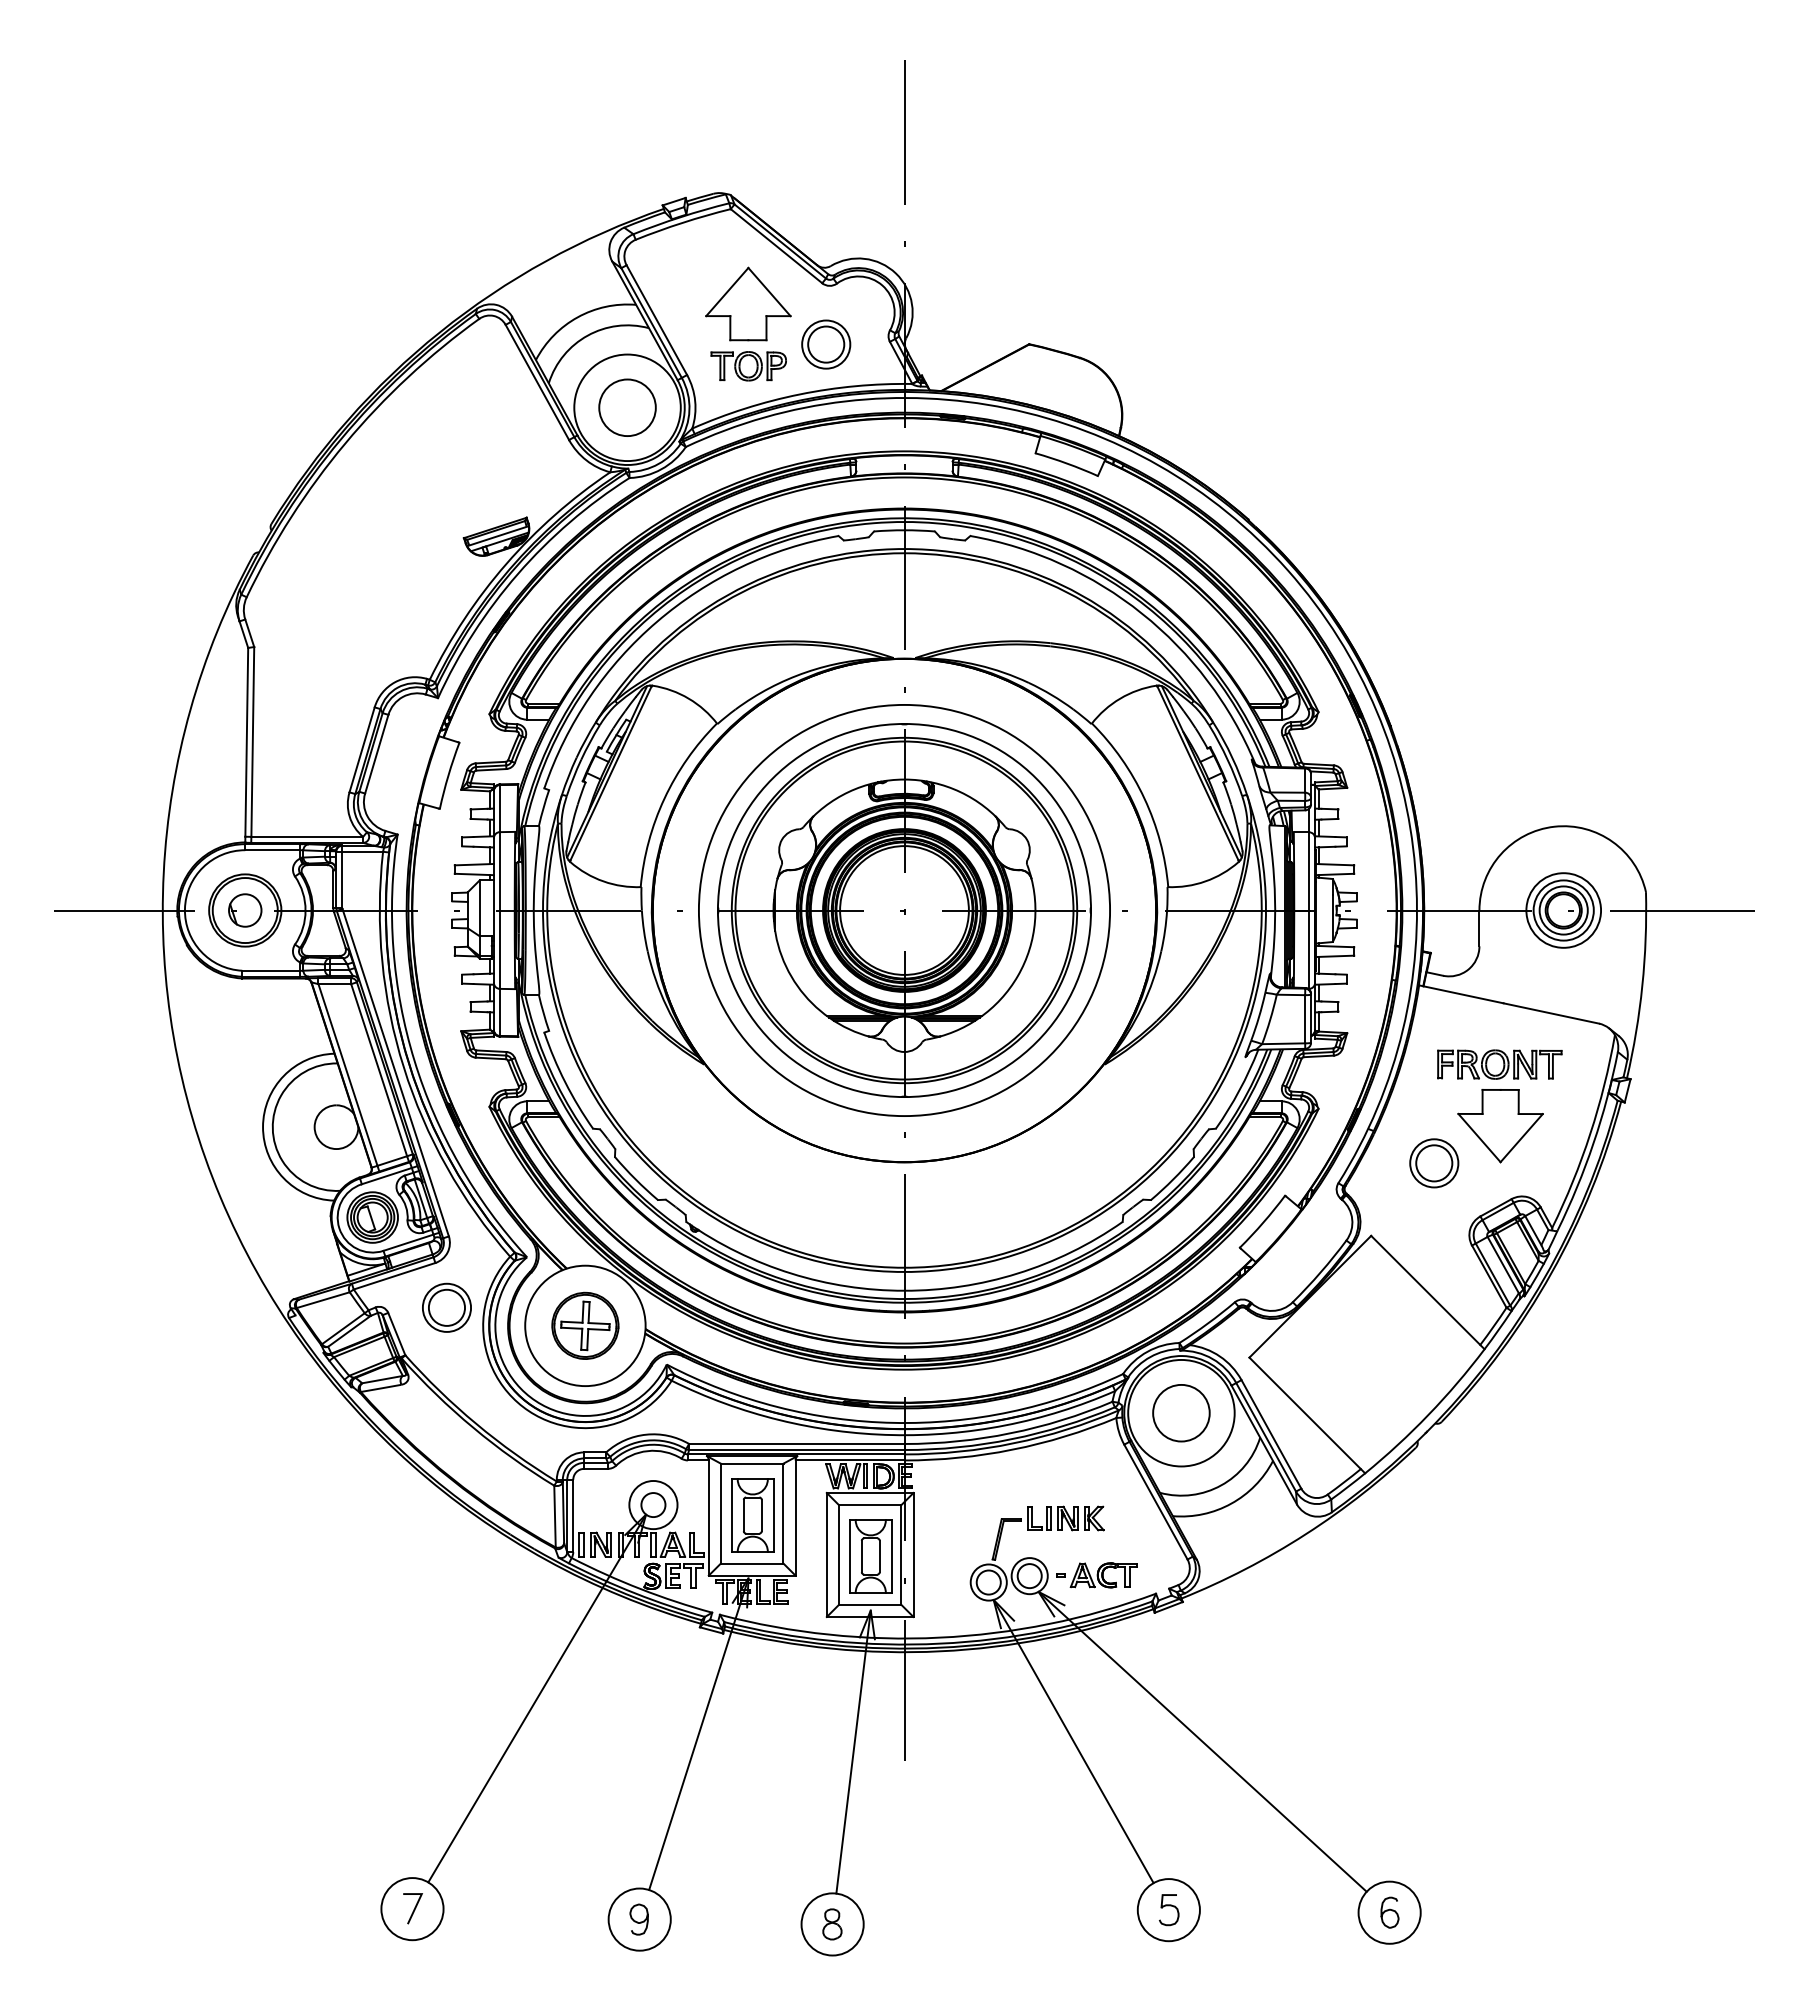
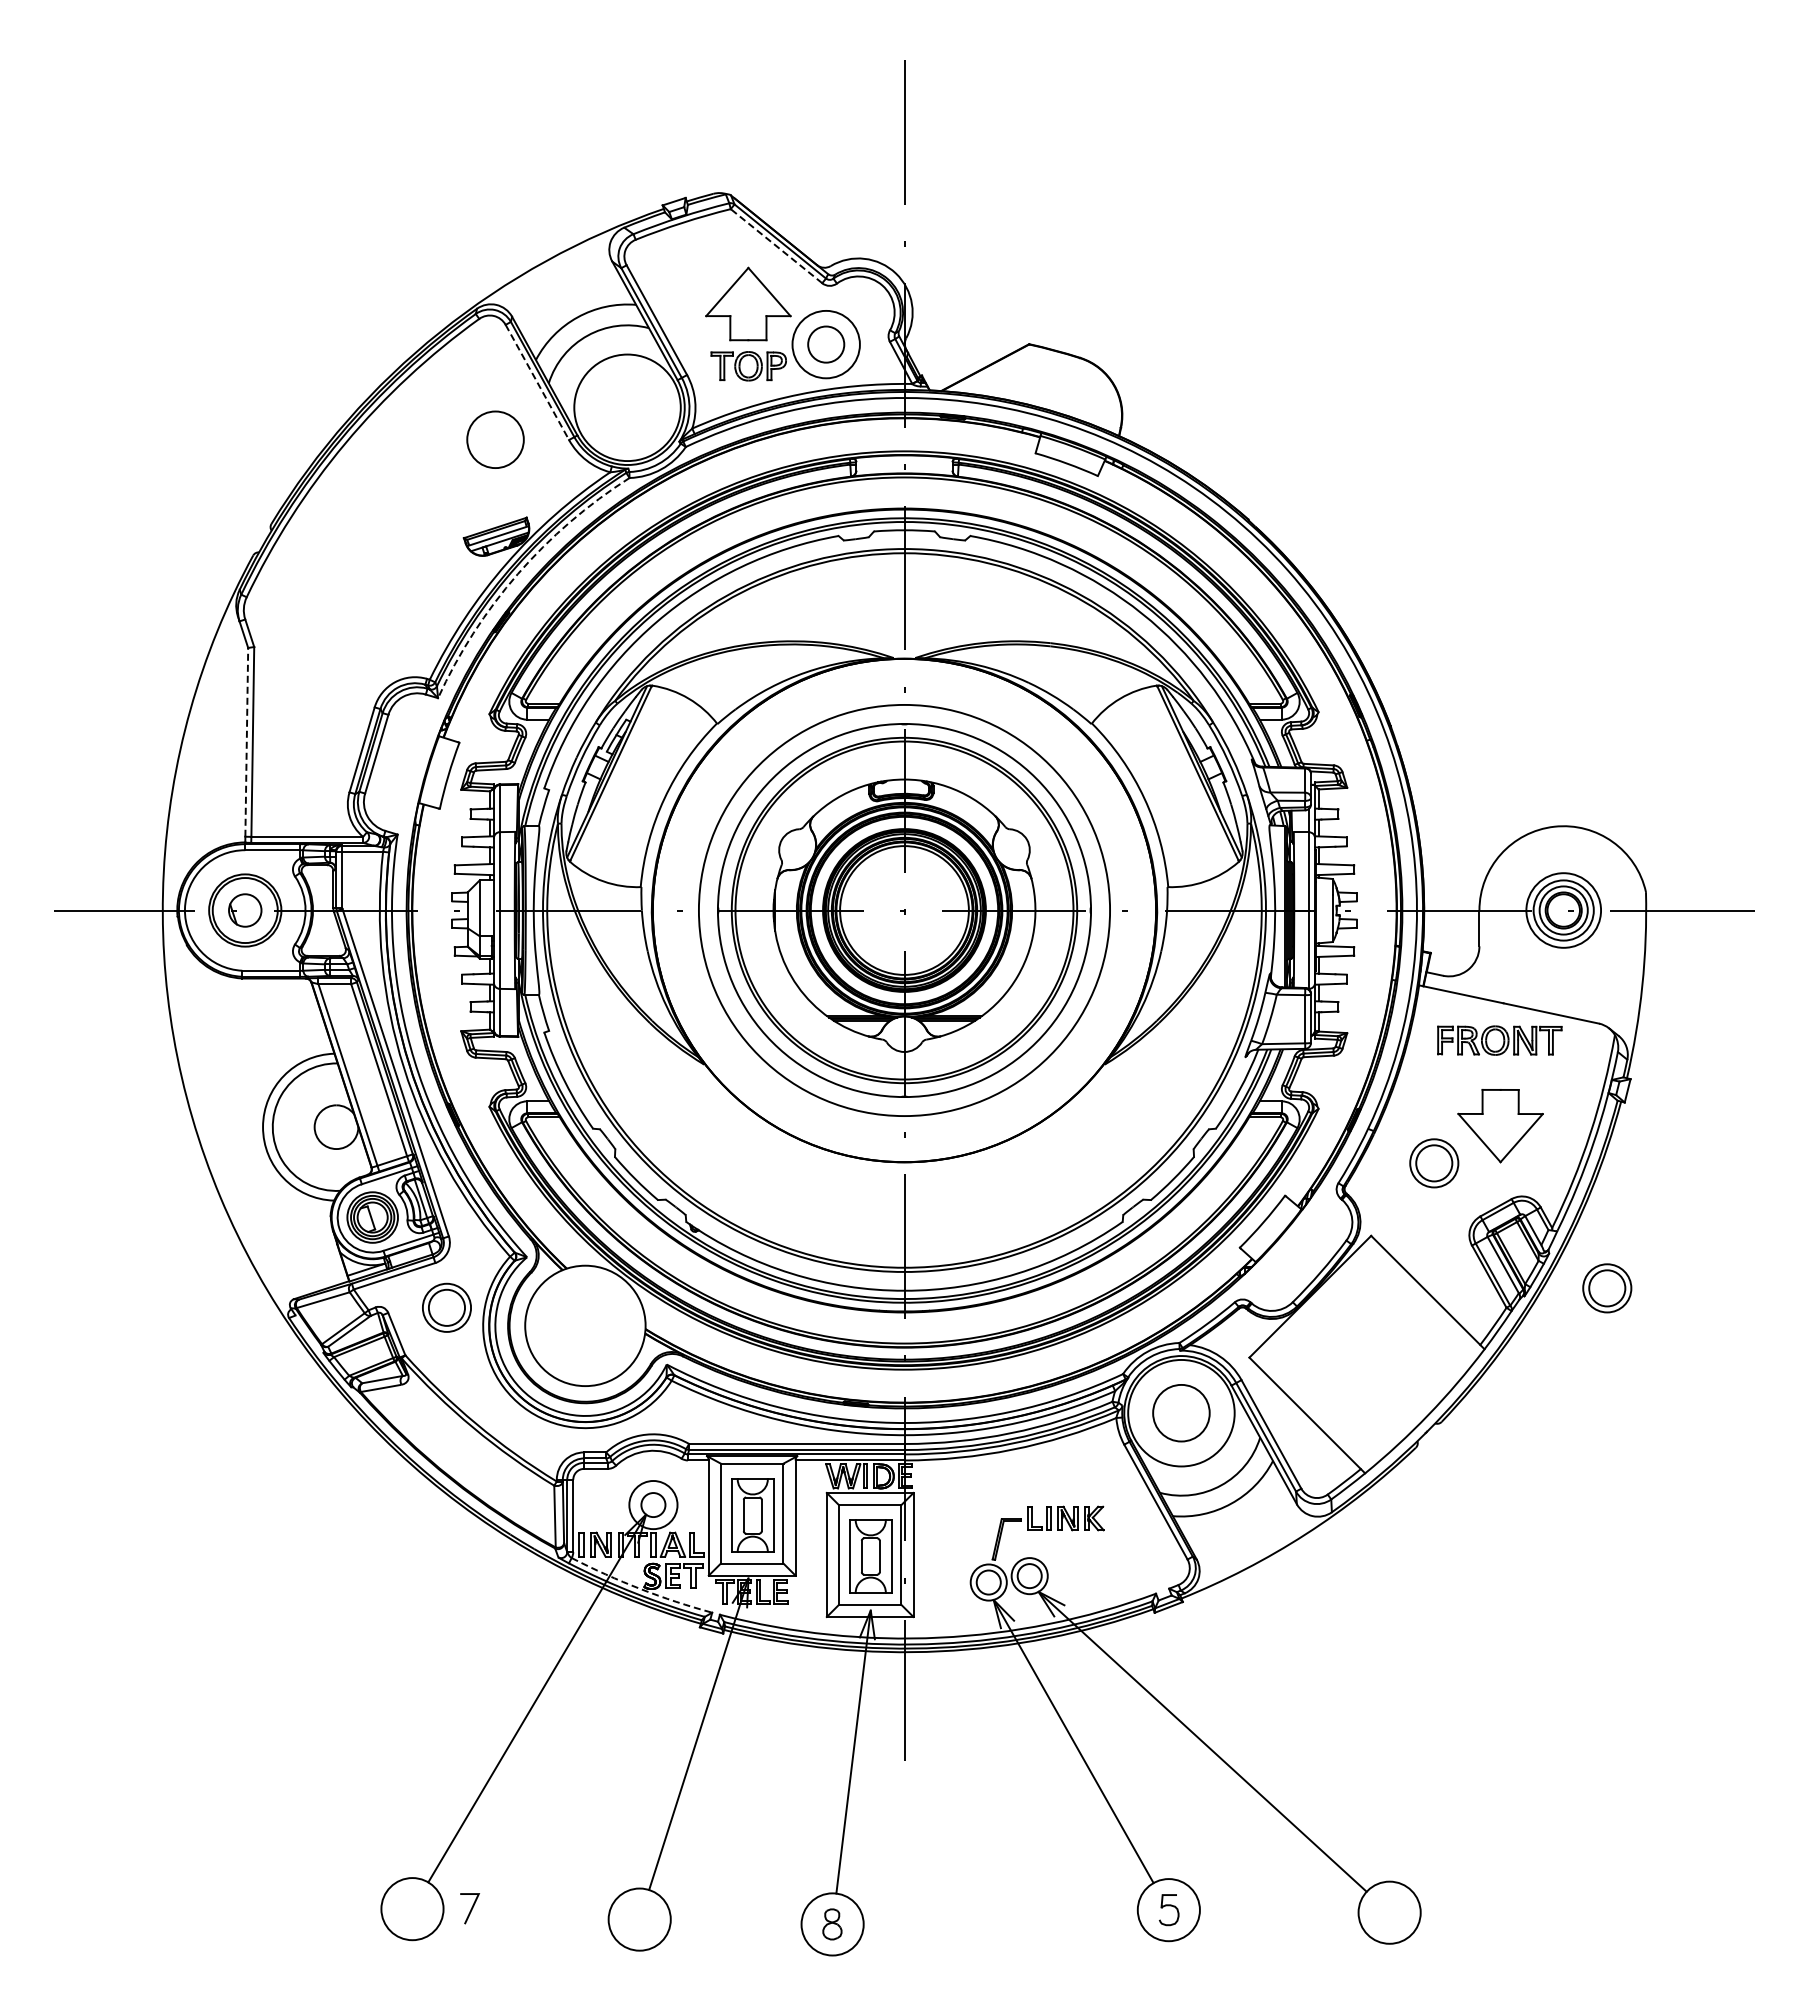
line at (776, 246): solid -> dashed
circle at (826, 344) diameter: 48 px -> 67 px
line at (537, 382): solid -> dashed
circle at (627, 407) position: (627, 407) -> (495, 439)
arc at (517, 574): solid -> dashed
line at (246, 741): solid -> dashed
part at (1499, 1064) position: (1499, 1064) -> (1499, 1040)
part at (1607, 1288): none -> present
part at (585, 1325): present -> none
part at (1096, 1575): present -> none
arc at (640, 1589): solid -> dashed
line at (413, 1909) position: (413, 1909) -> (470, 1909)
curve at (1389, 1910): present -> none
curve at (637, 1921): present -> none
